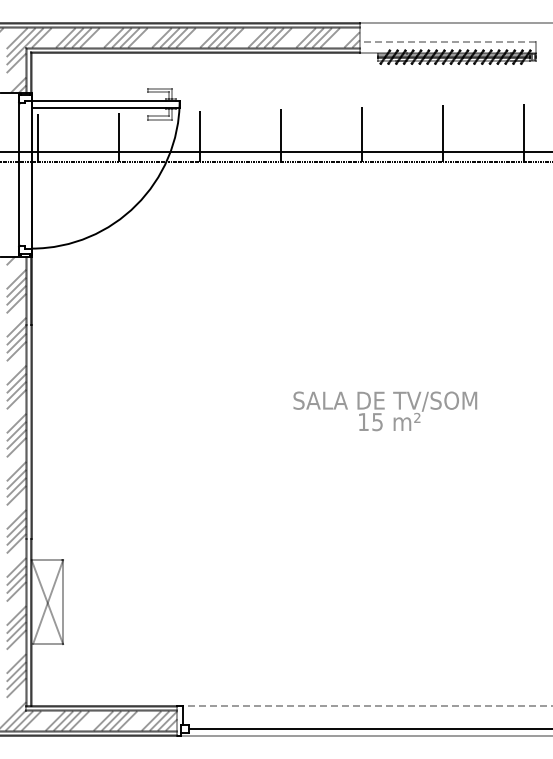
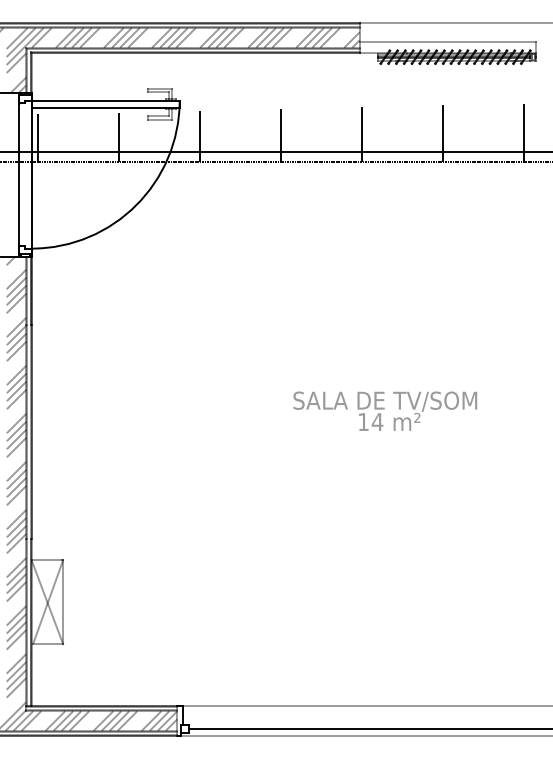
line at (447, 42): dashed -> solid
text at (377, 422): 15 -> 14
line at (365, 705): dashed -> solid
